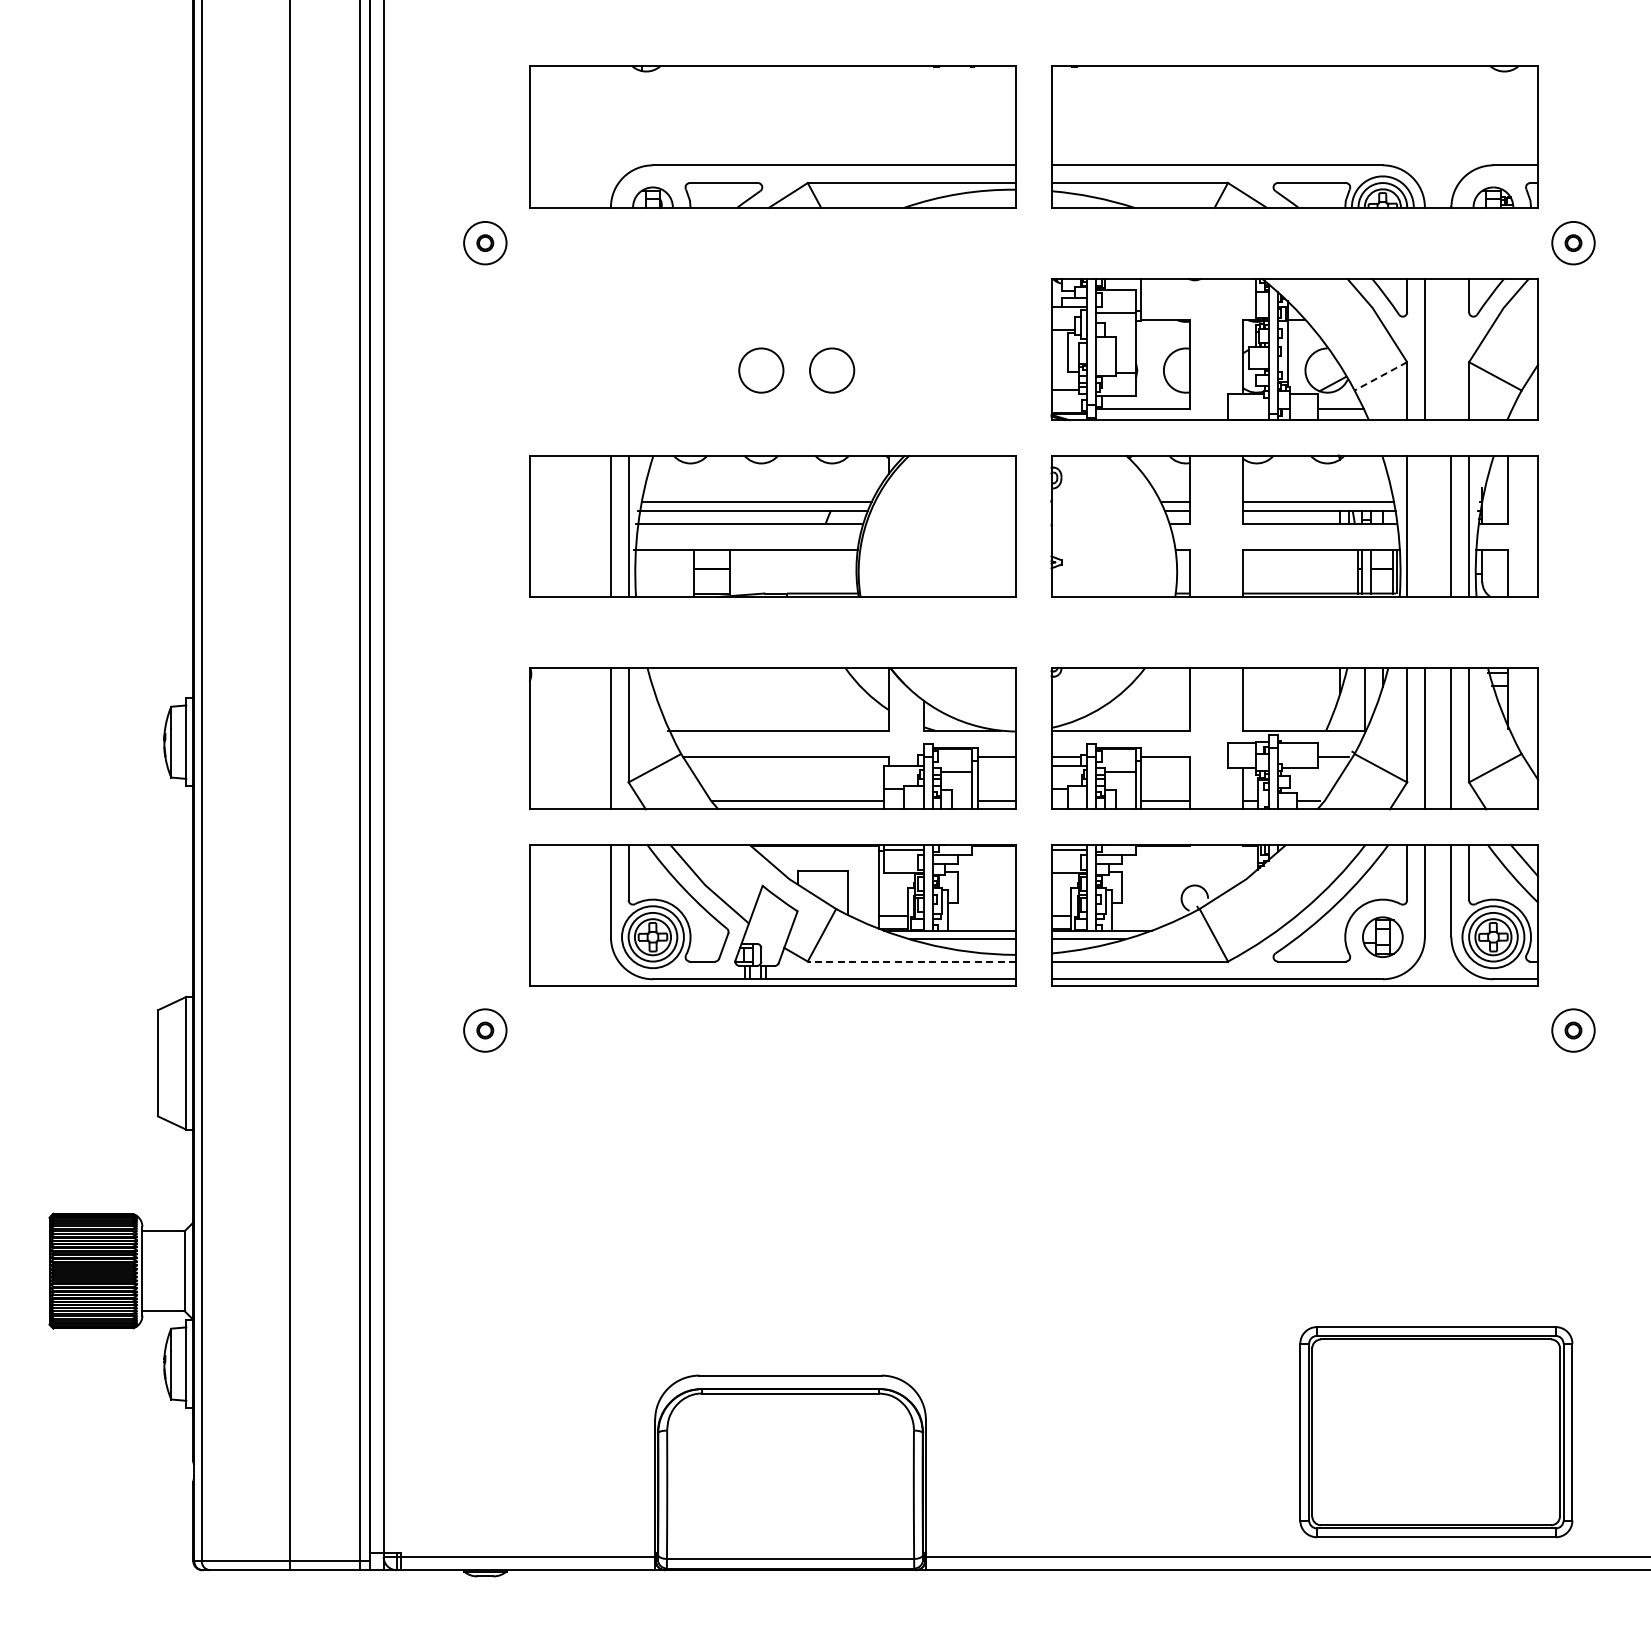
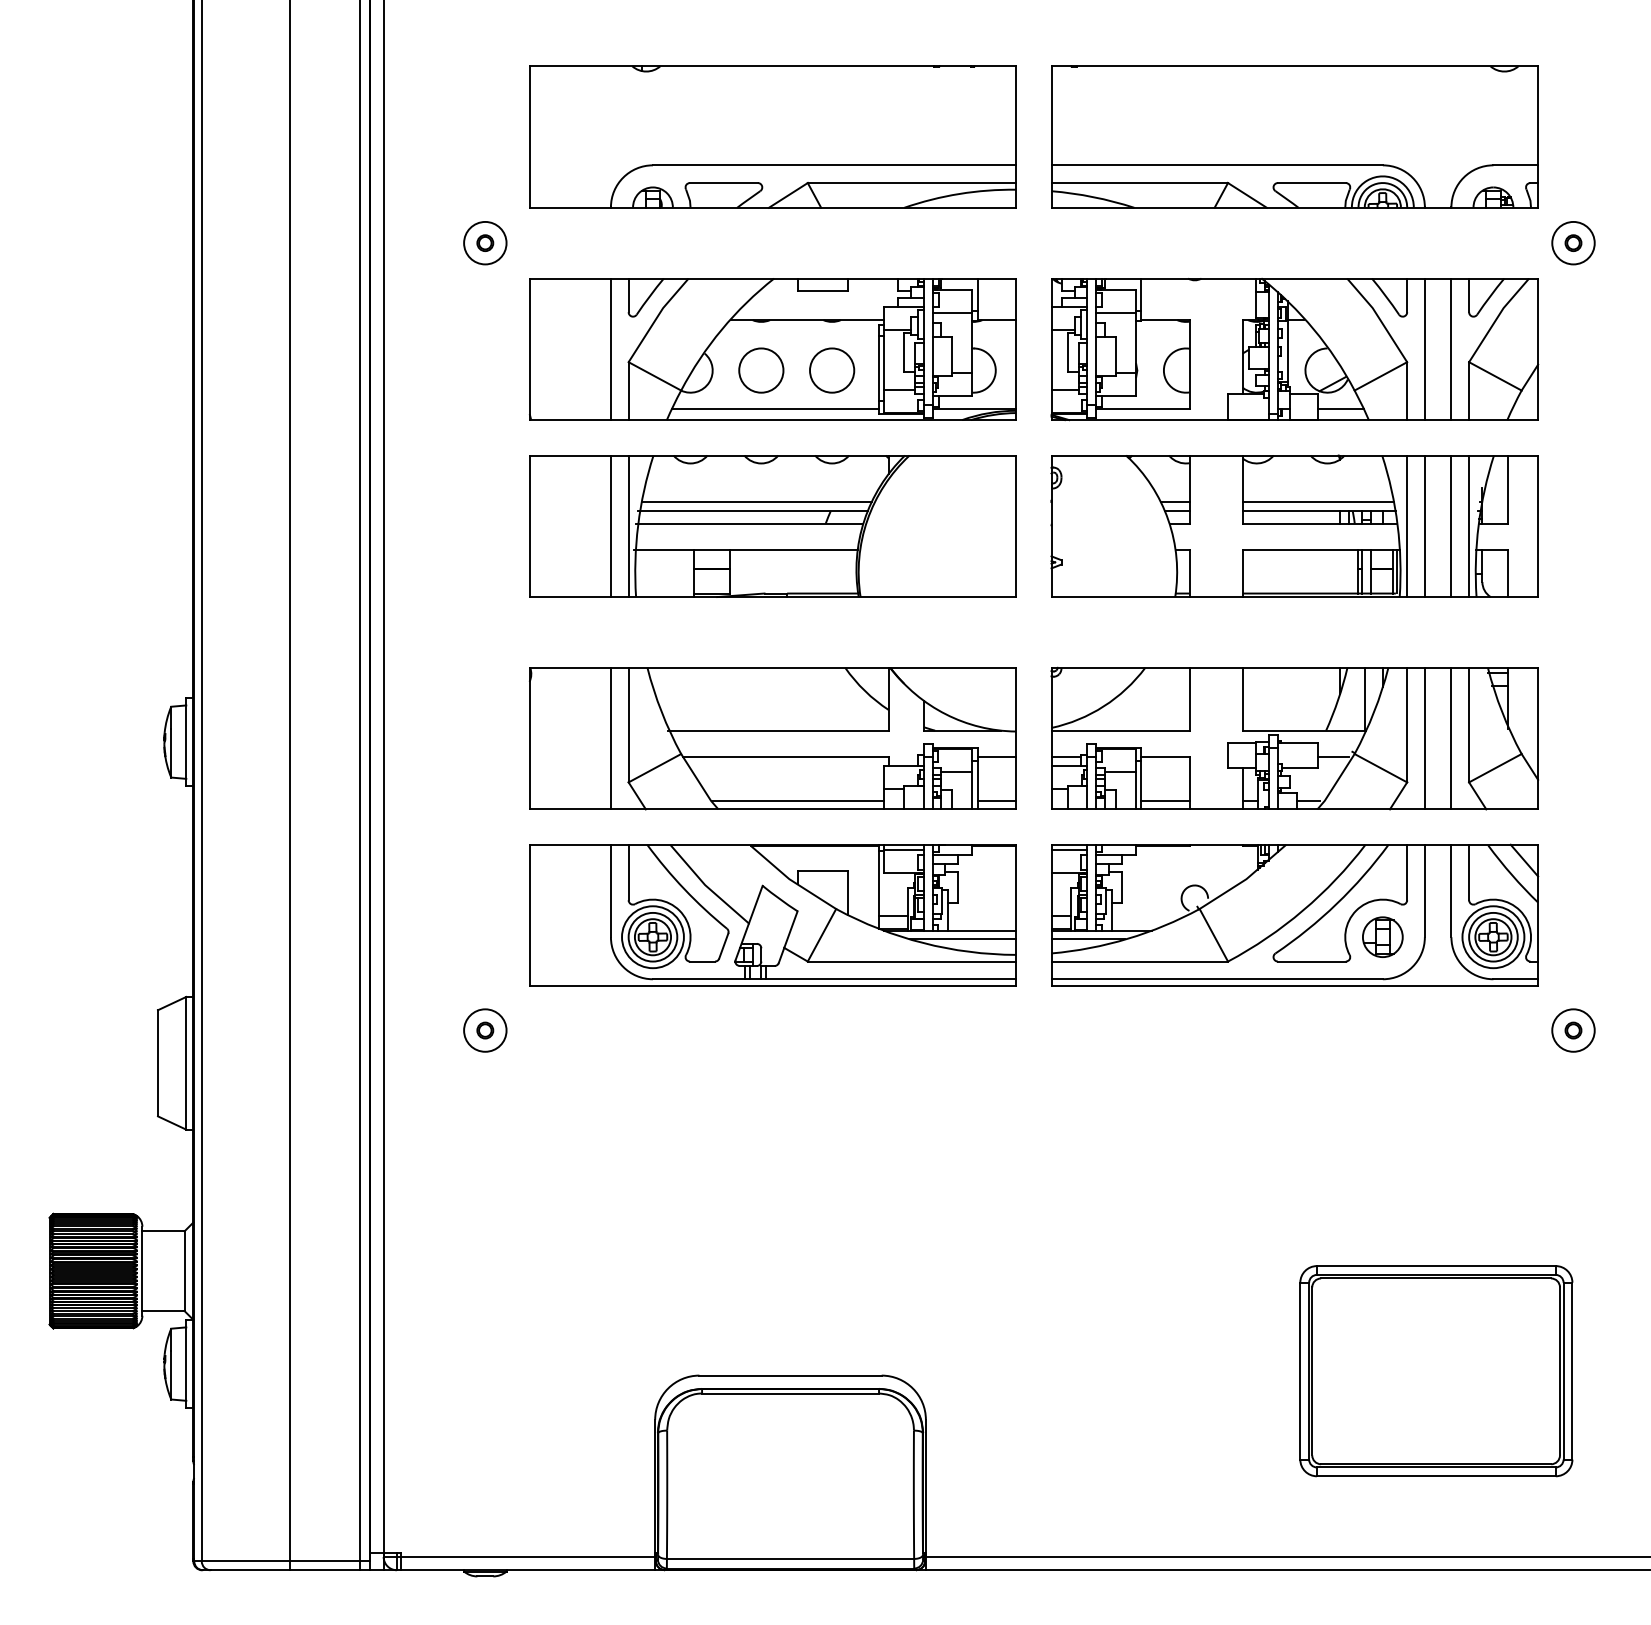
part at (772, 349): none -> present
line at (1451, 349): none -> present
line at (1380, 376): dashed -> solid
line at (1424, 526): none -> present
line at (911, 961): dashed -> solid
part at (1436, 1432) position: (1436, 1432) -> (1436, 1371)
